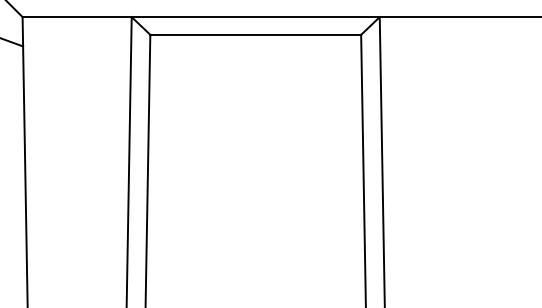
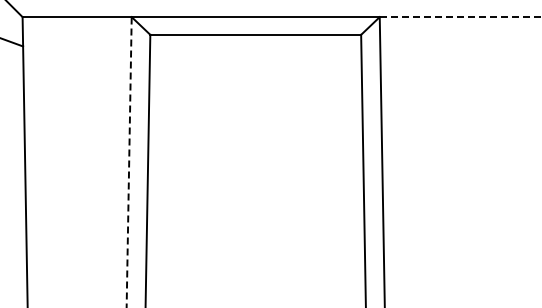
line at (460, 17): solid -> dashed
line at (129, 161): solid -> dashed
